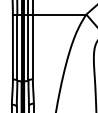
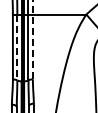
line at (32, 39): solid -> dashed
line at (17, 47): solid -> dashed
